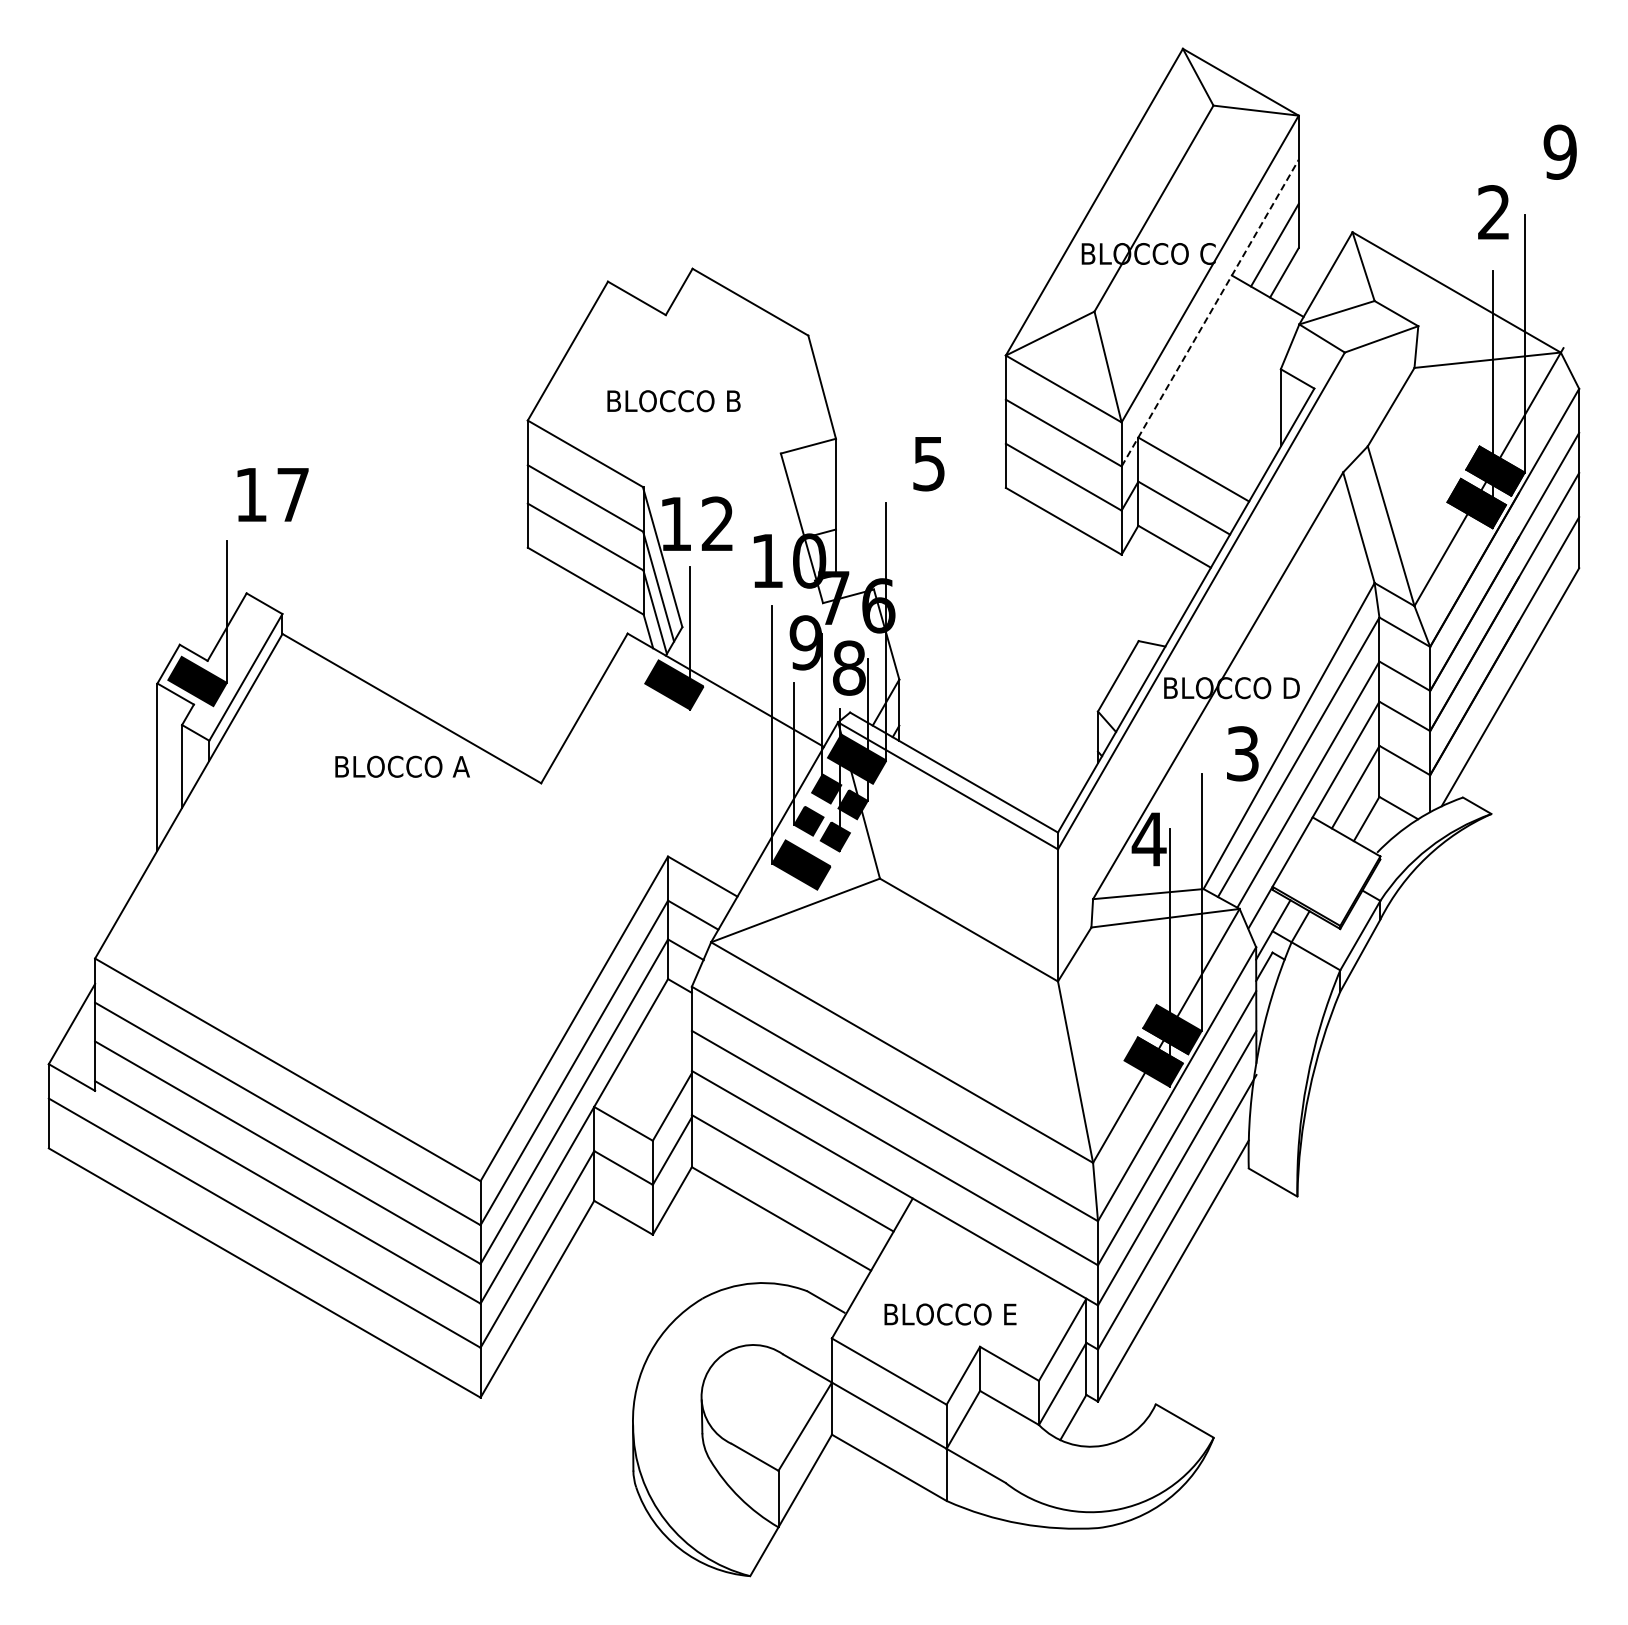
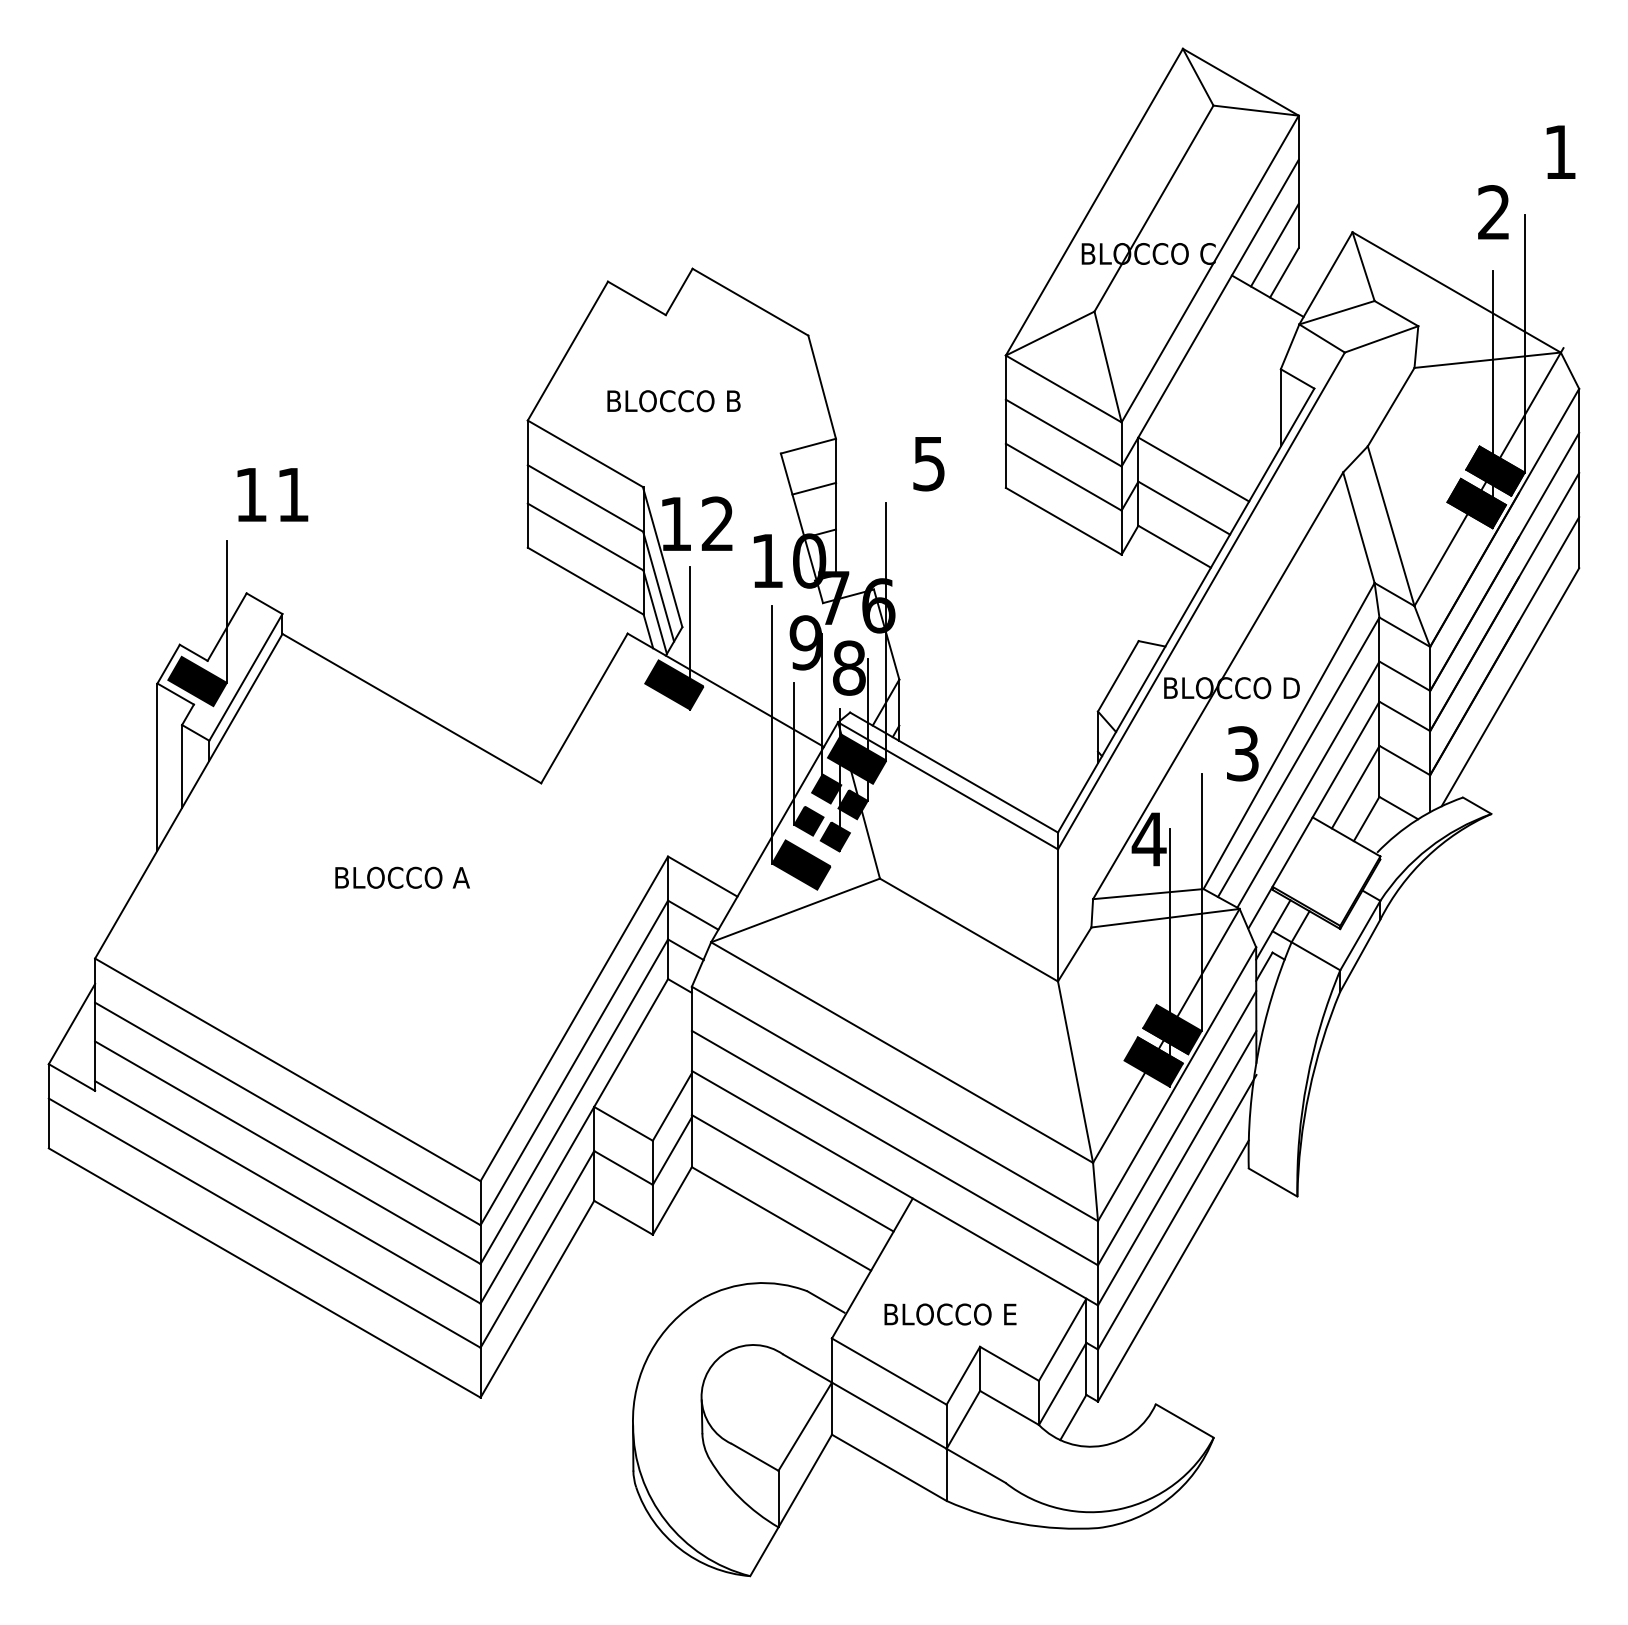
text at (1559, 151): 9 -> 1
line at (1210, 312): dashed -> solid
line at (814, 488): none -> present
text at (292, 494): 17 -> 11
text at (402, 766) position: (402, 766) -> (402, 877)
